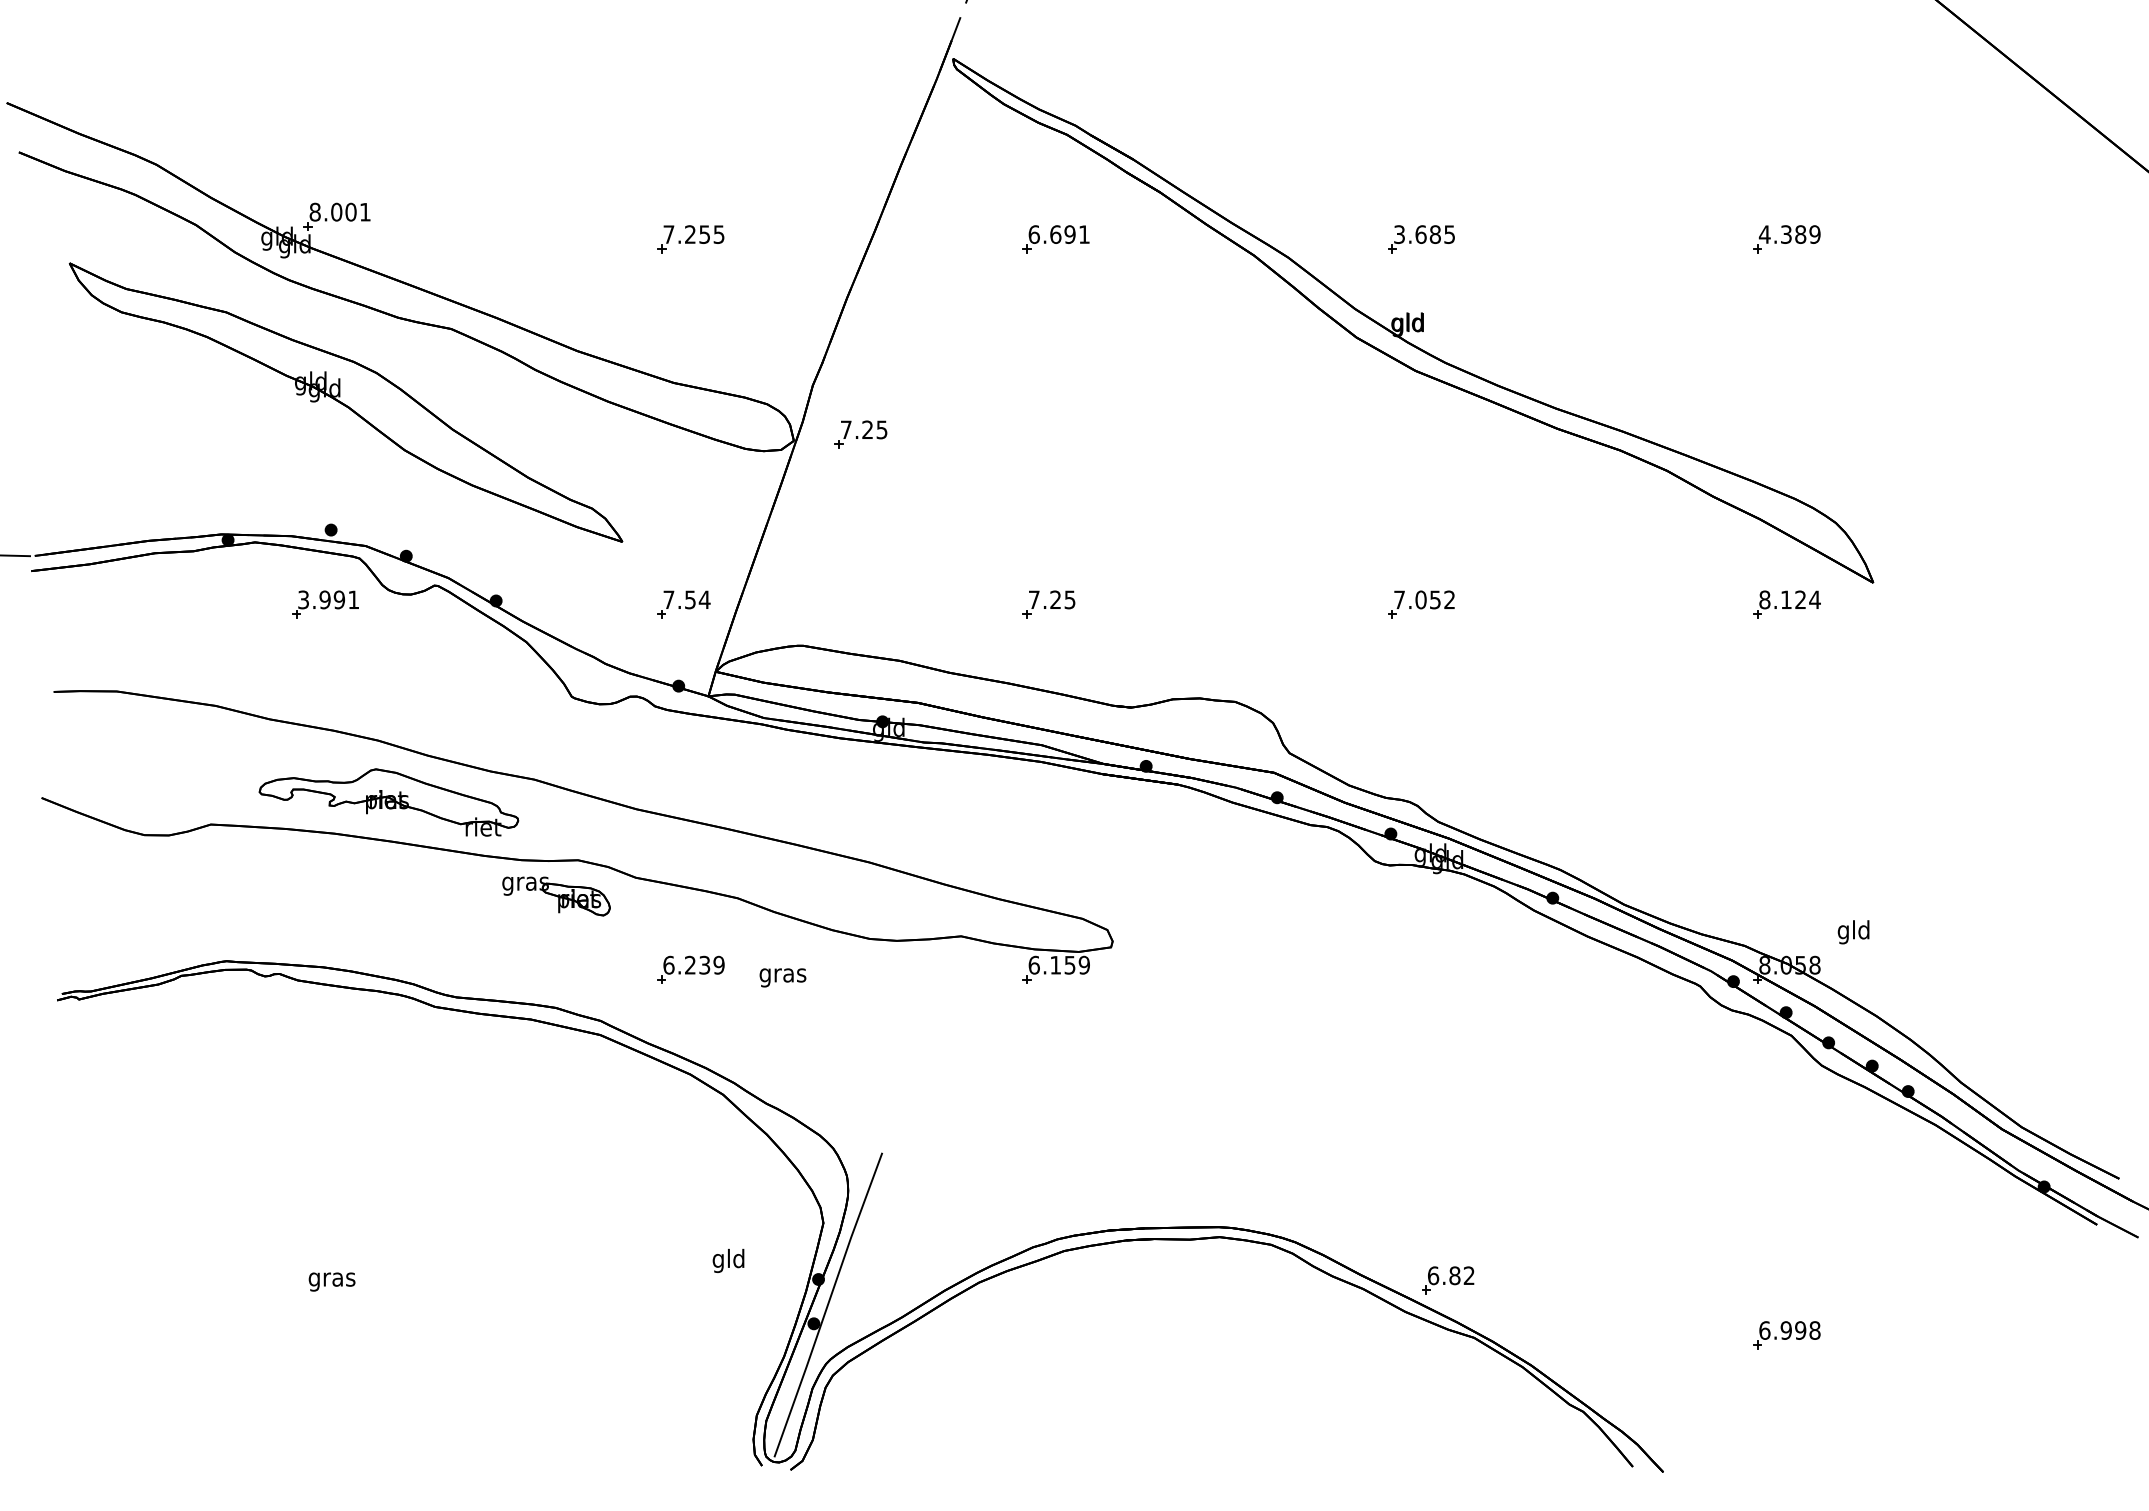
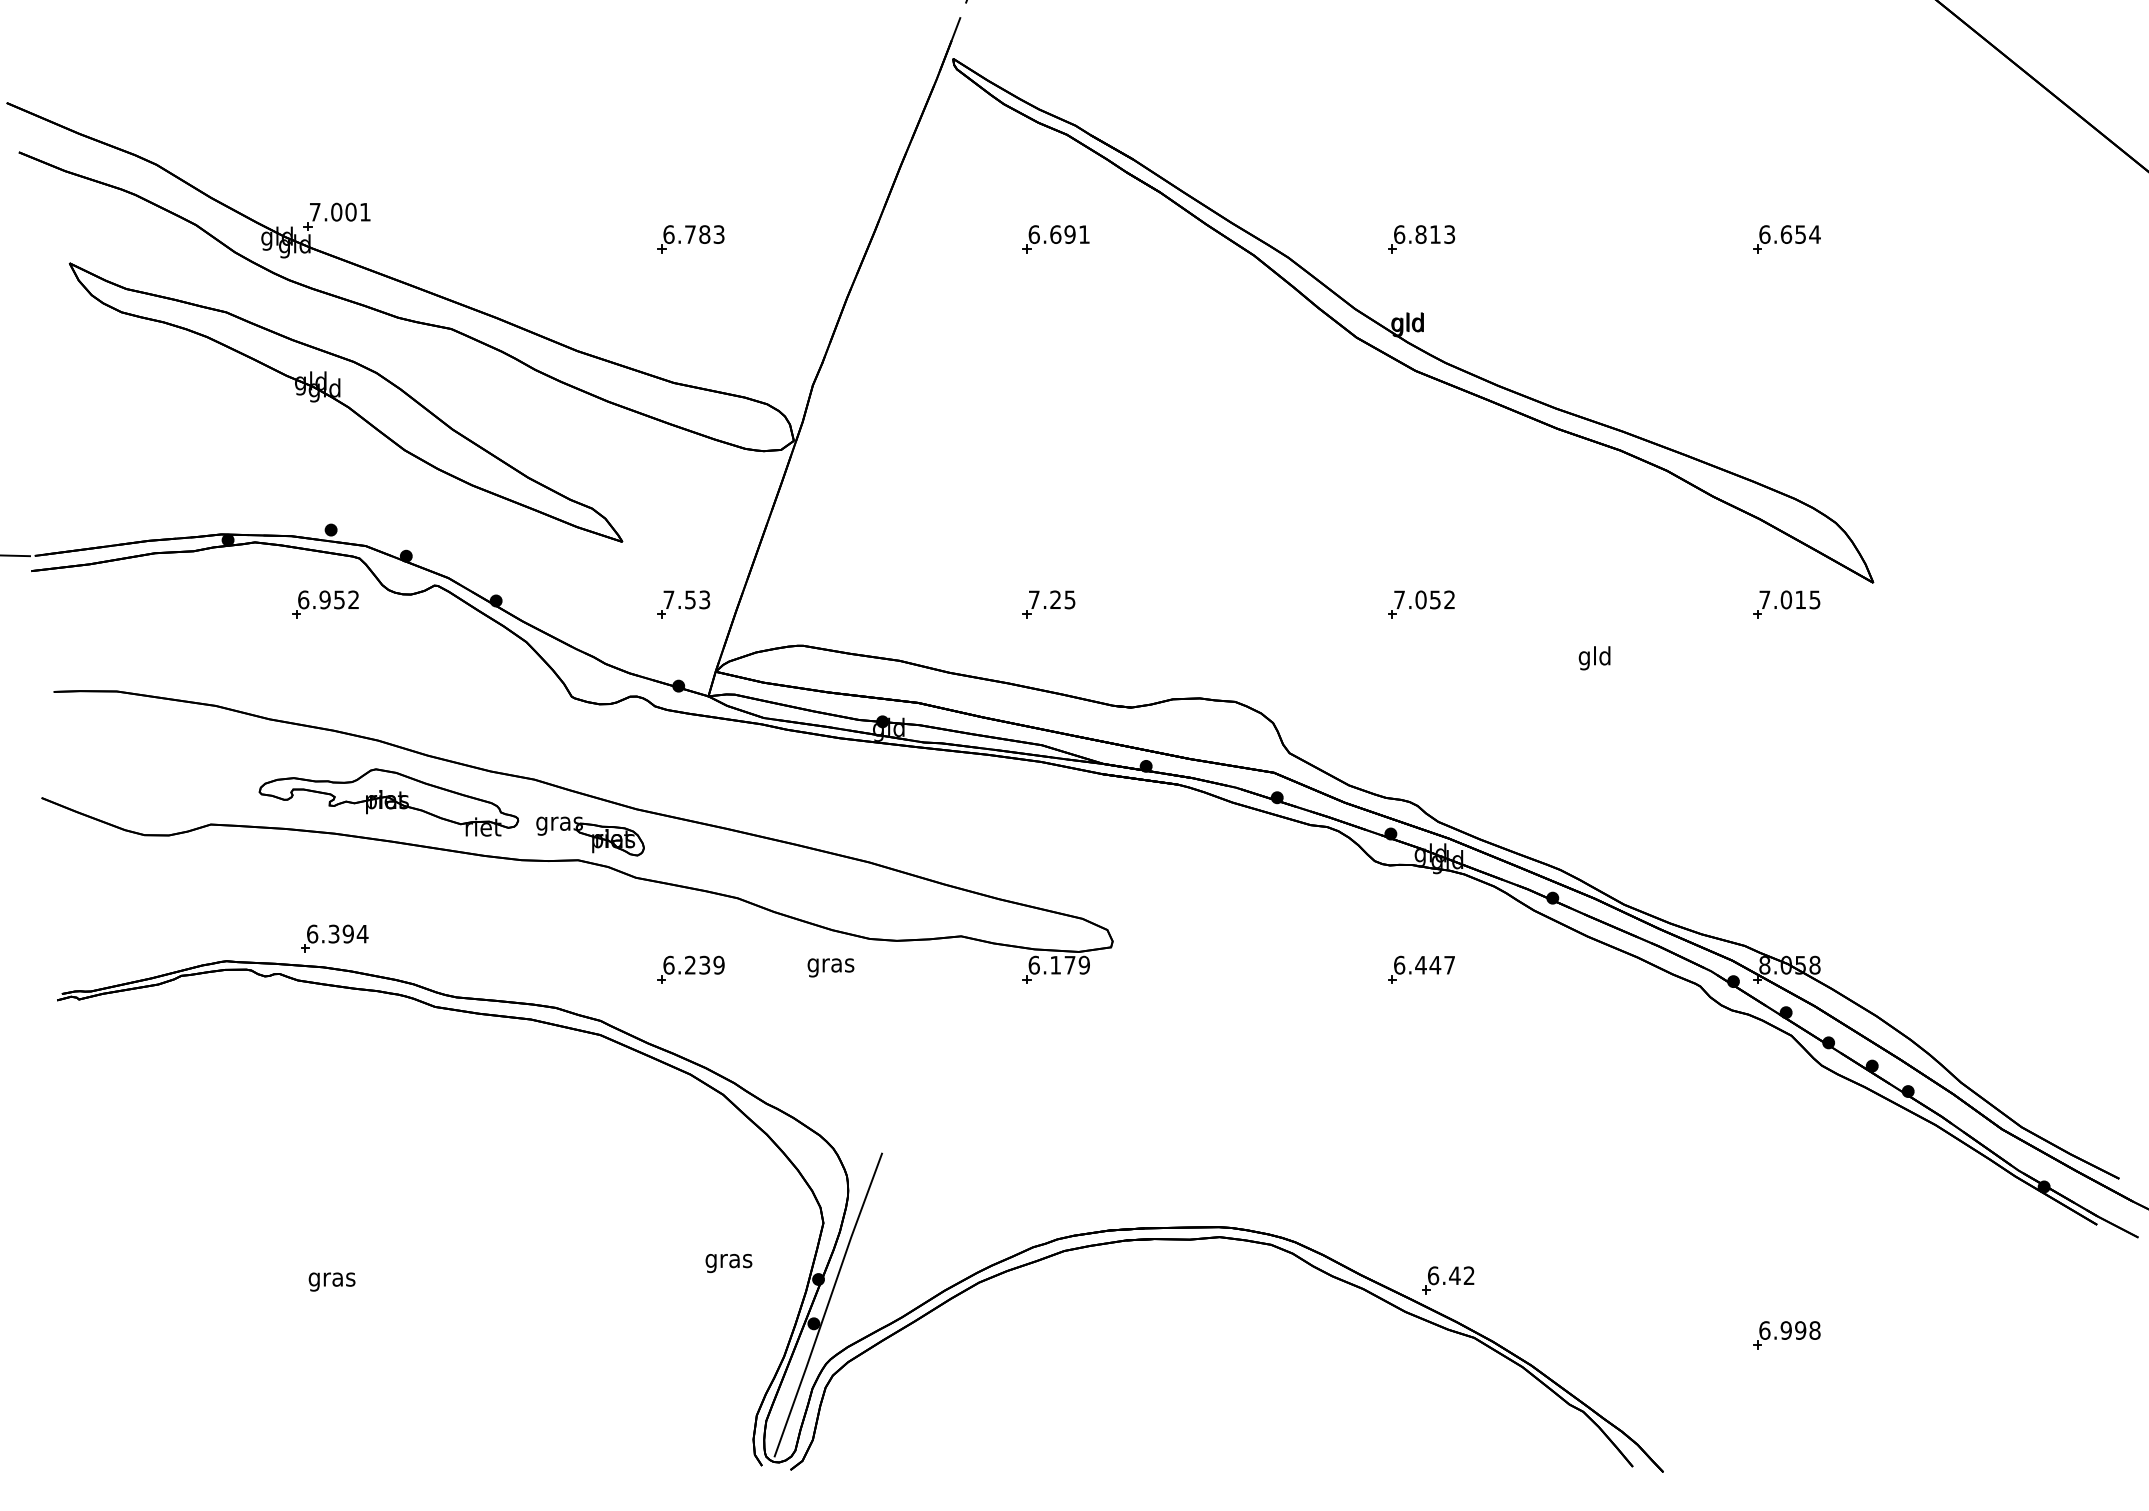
text at (314, 211): 8.001 -> 7.001
text at (693, 234): 7.255 -> 6.783
text at (1424, 234): 3.685 -> 6.813
text at (1789, 234): 4.389 -> 6.654
part at (860, 434): present -> none
text at (328, 599): 3.991 -> 6.952
text at (704, 599): 7.54 -> 7.53
text at (1789, 599): 8.124 -> 7.015
part at (556, 896) position: (556, 896) -> (590, 836)
text at (1853, 932) position: (1853, 932) -> (1594, 658)
part at (334, 938): none -> present
text at (1069, 965): 6.159 -> 6.179
part at (1421, 969): none -> present
text at (782, 977) position: (782, 977) -> (830, 967)
text at (728, 1260): gld -> gras
text at (1454, 1275): 6.82 -> 6.42
